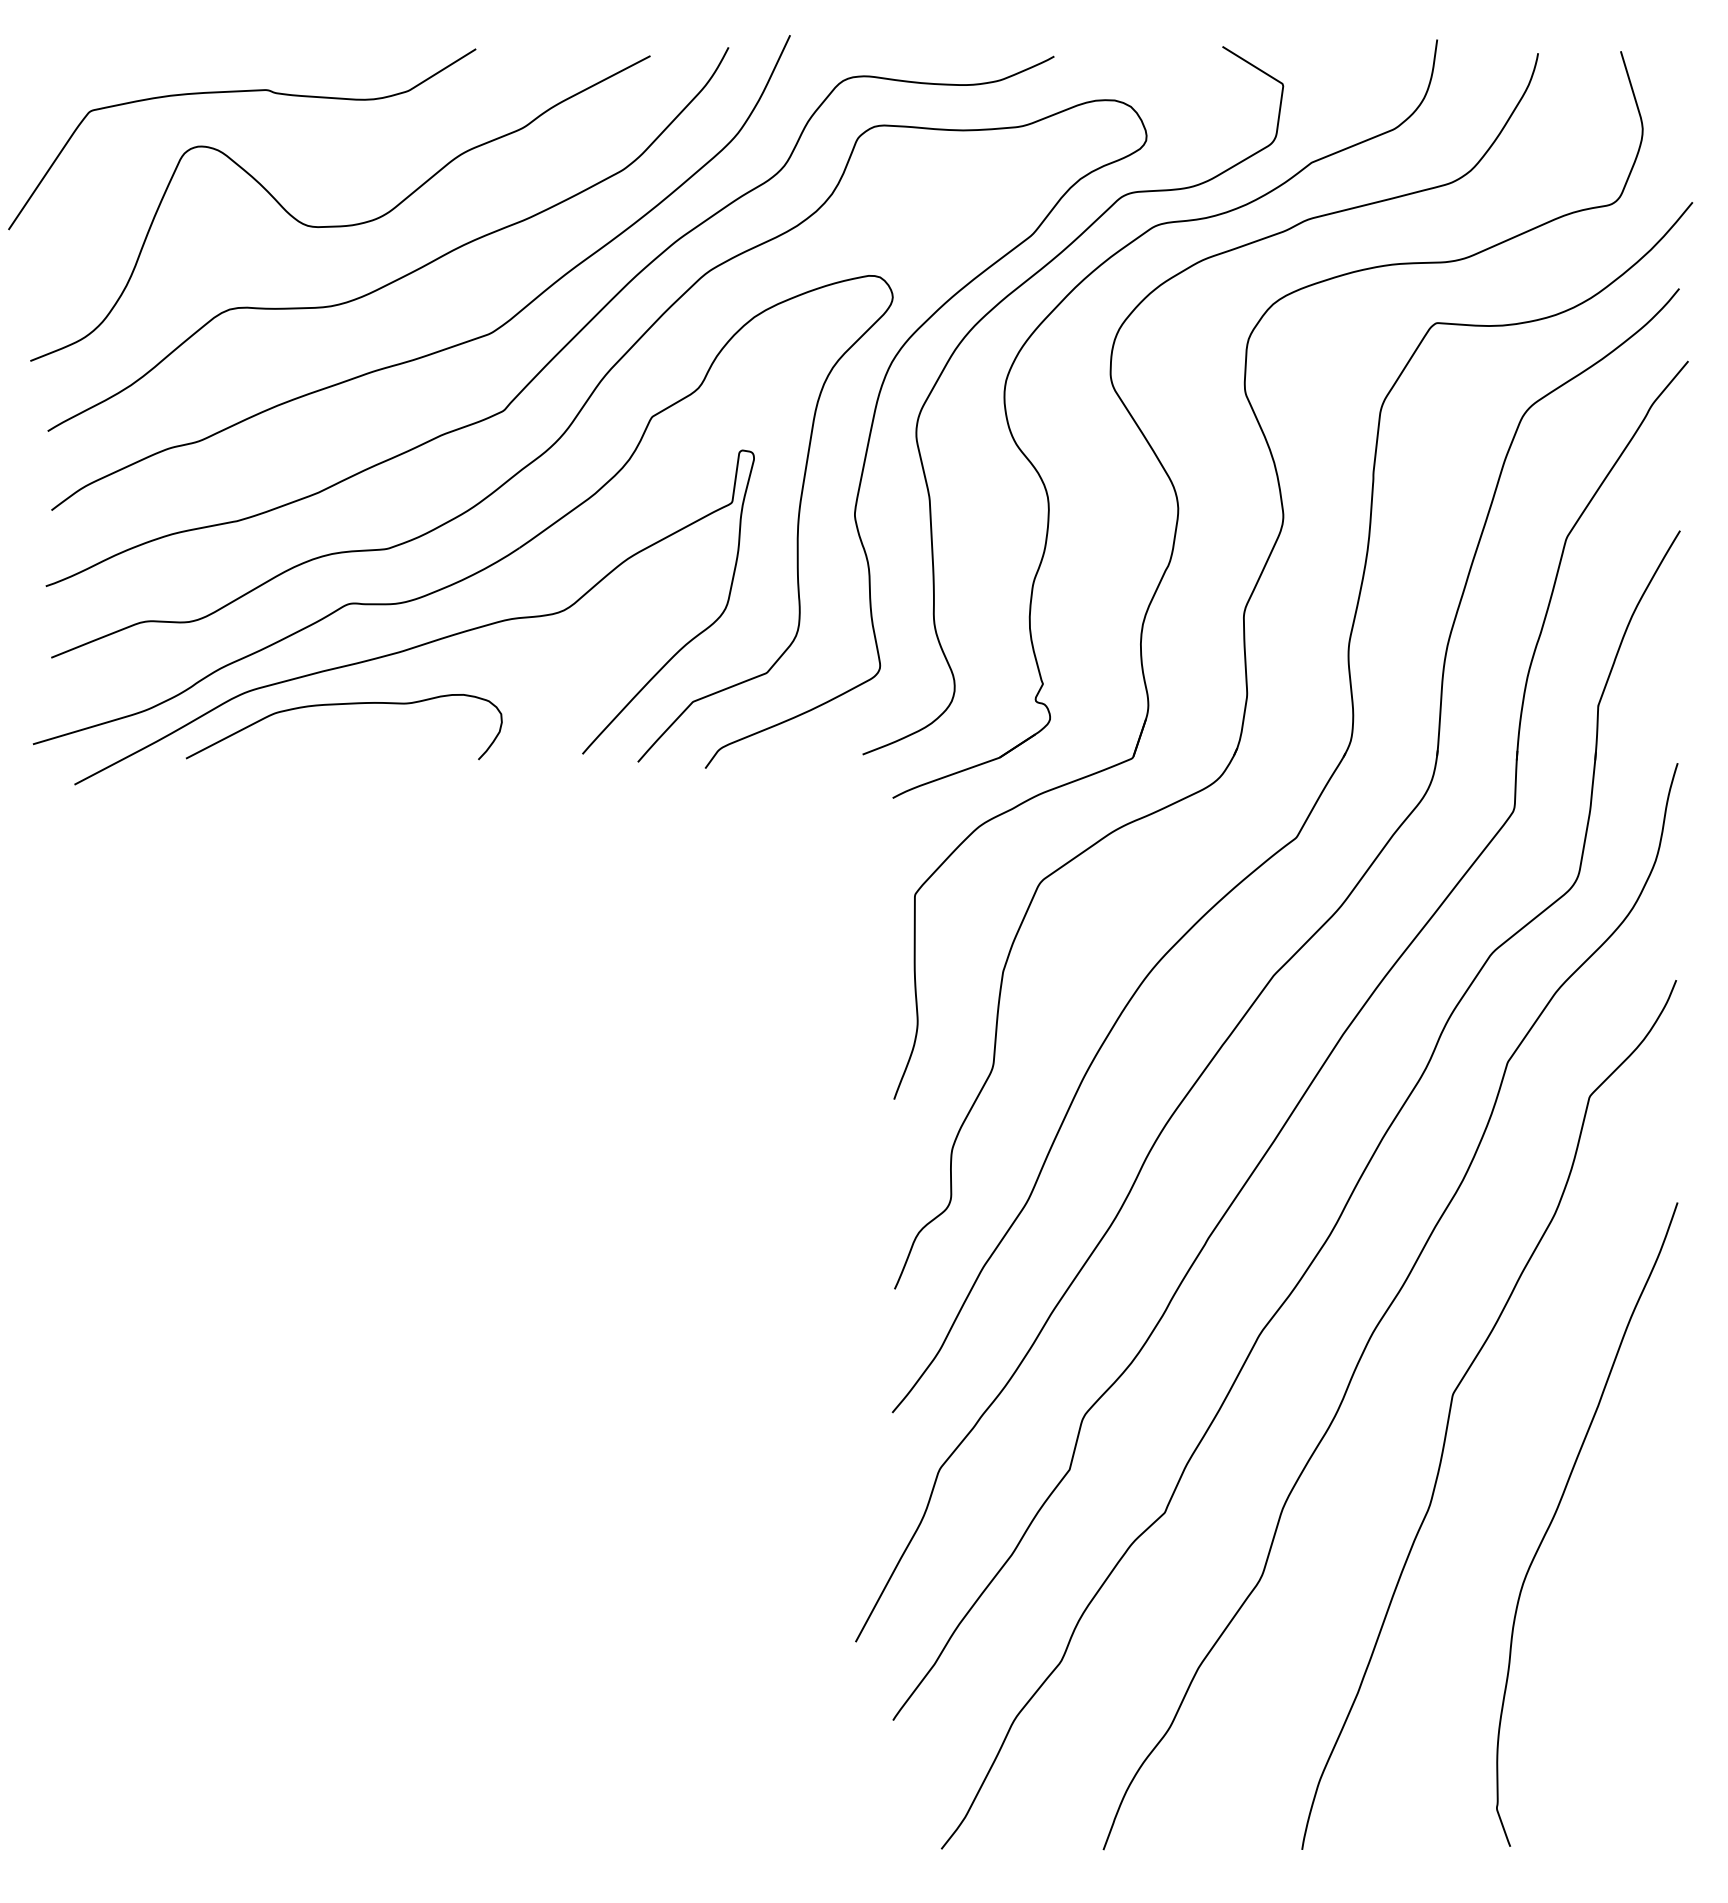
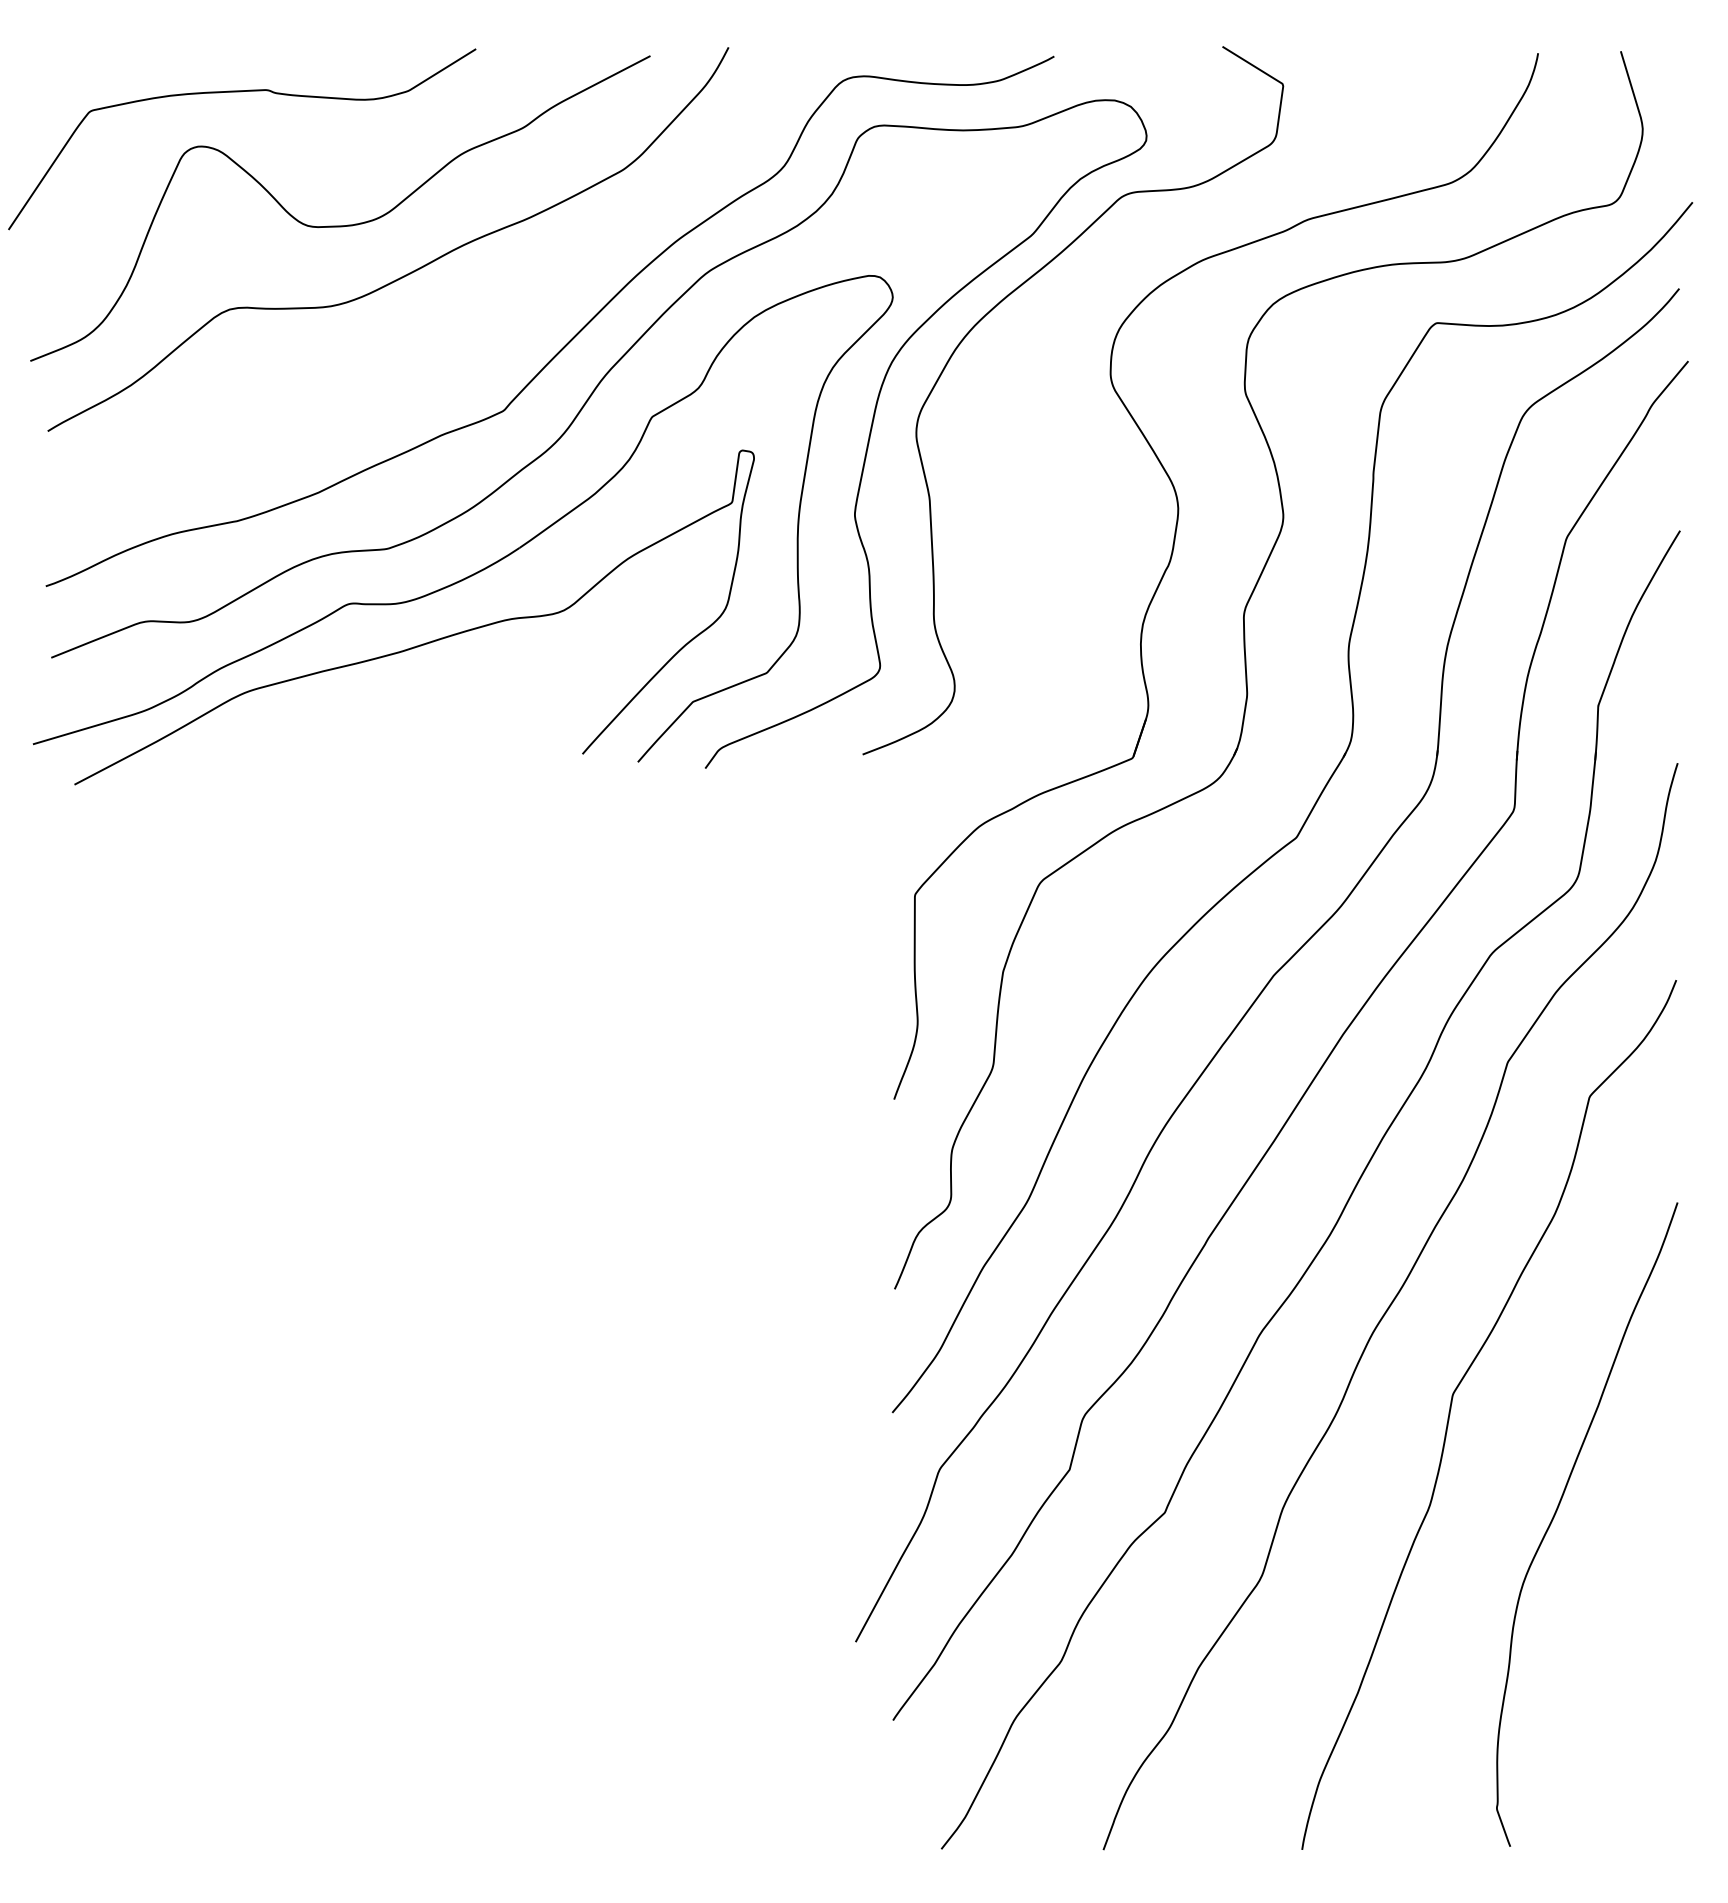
curve at (446, 347): present -> none
part at (1042, 478): present -> none
curve at (338, 705): present -> none
